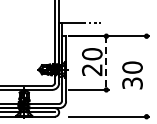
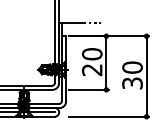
line at (106, 63): dashed -> solid
line at (146, 76): none -> present
